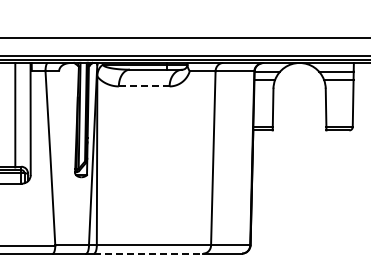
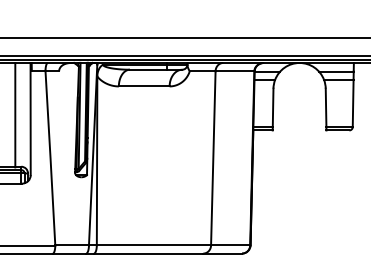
line at (143, 86): dashed -> solid
line at (148, 253): dashed -> solid
